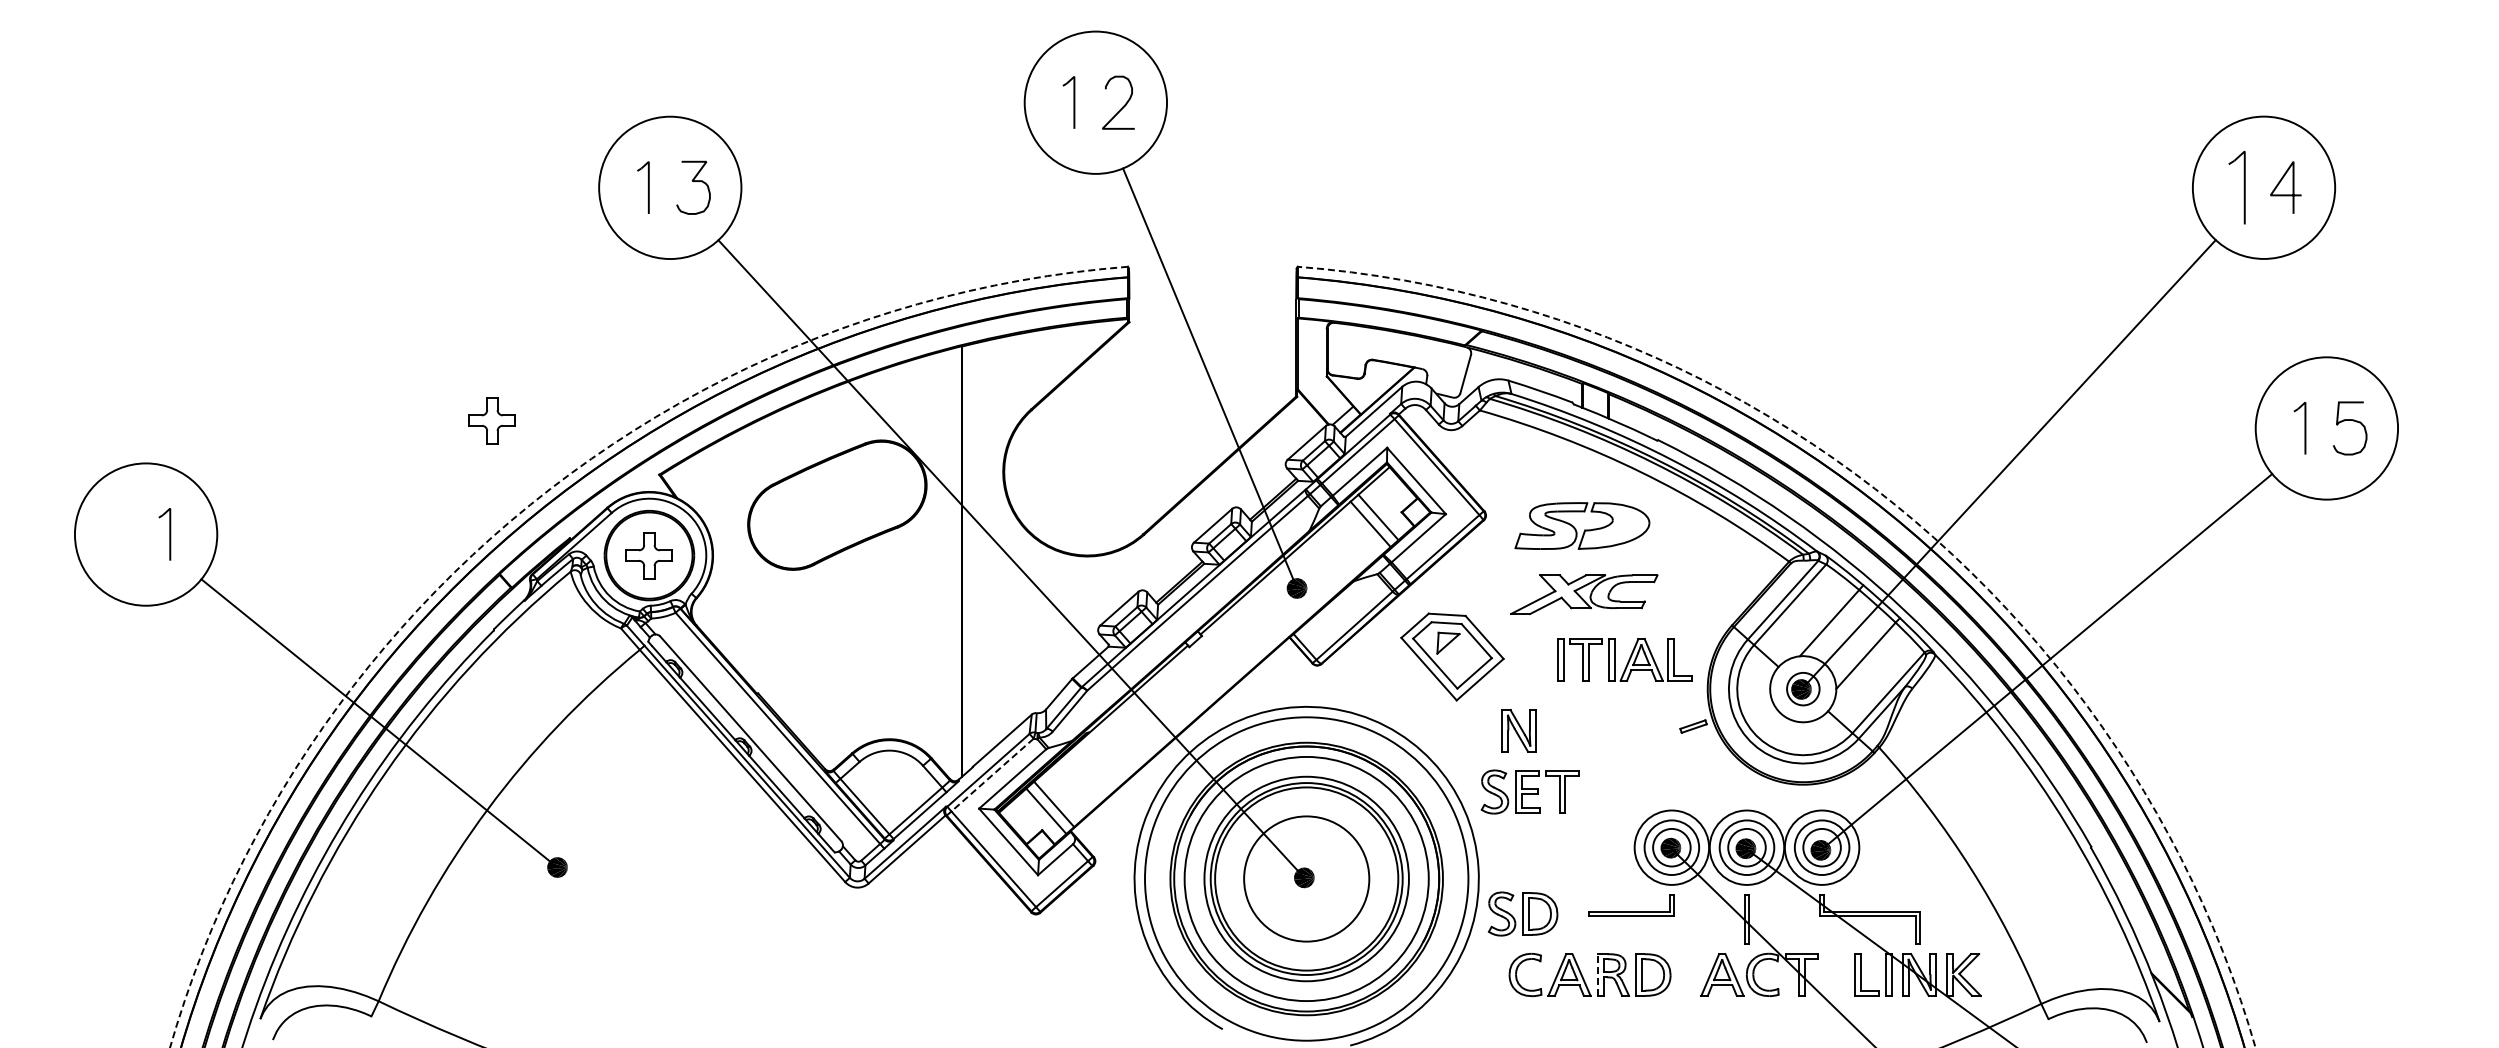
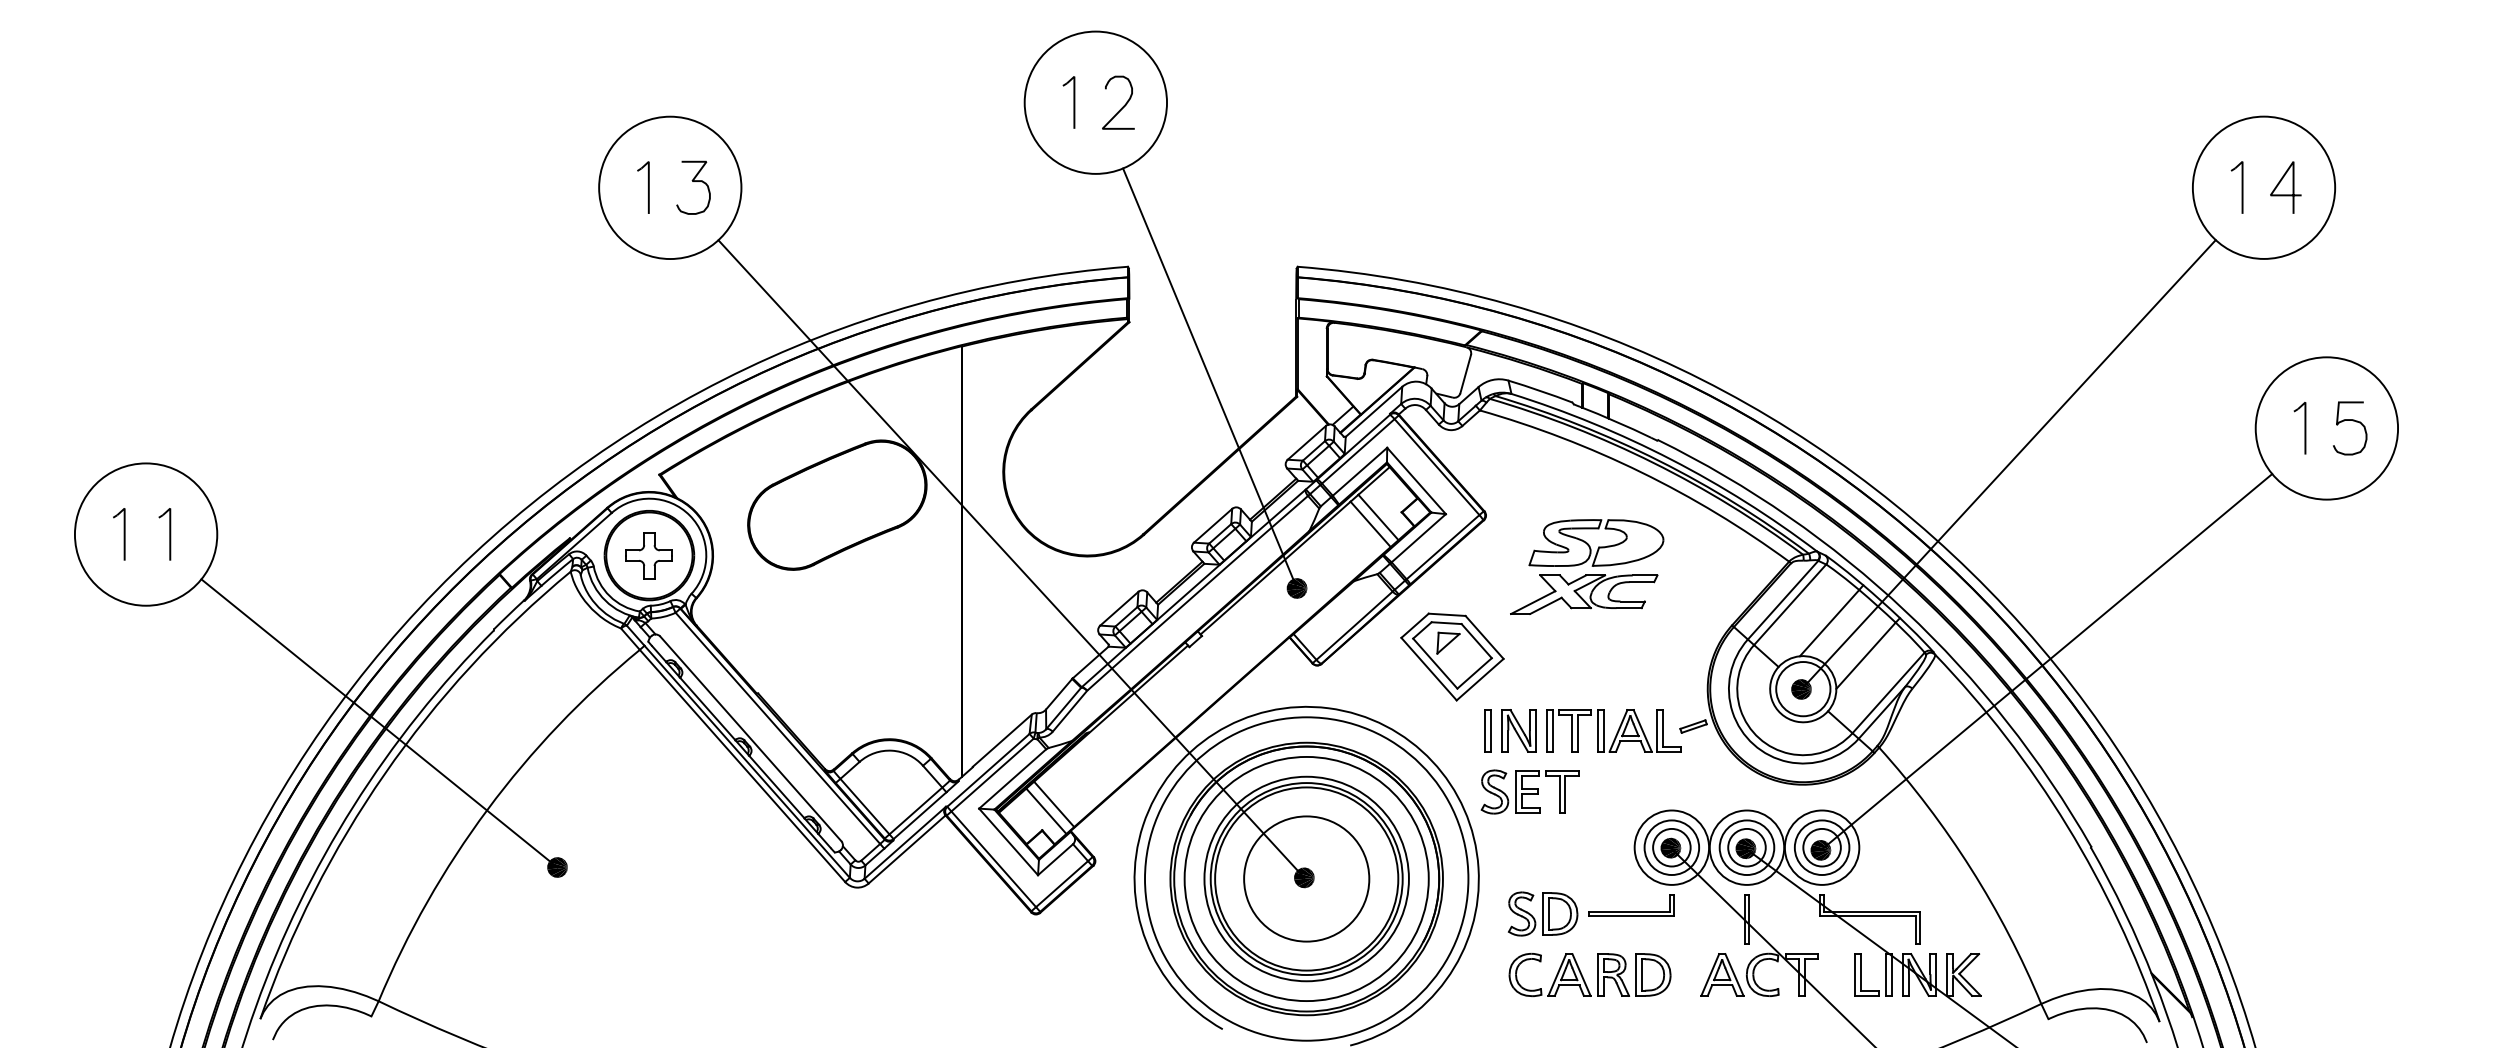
part at (2236, 187) size: 18x75 px -> 14x53 px
part at (491, 420): present -> none
part at (1582, 525) position: (1582, 525) -> (1596, 542)
part at (119, 534): none -> present
part at (1624, 659) position: (1624, 659) -> (1613, 730)
circle at (1803, 688) diameter: 33 px -> 54 px
part at (1487, 730): none -> present
line at (992, 775): dashed -> solid
part at (1523, 913) position: (1523, 913) -> (1543, 913)
line at (1597, 975): dashed -> solid
arc at (2255, 1047): dashed -> solid
